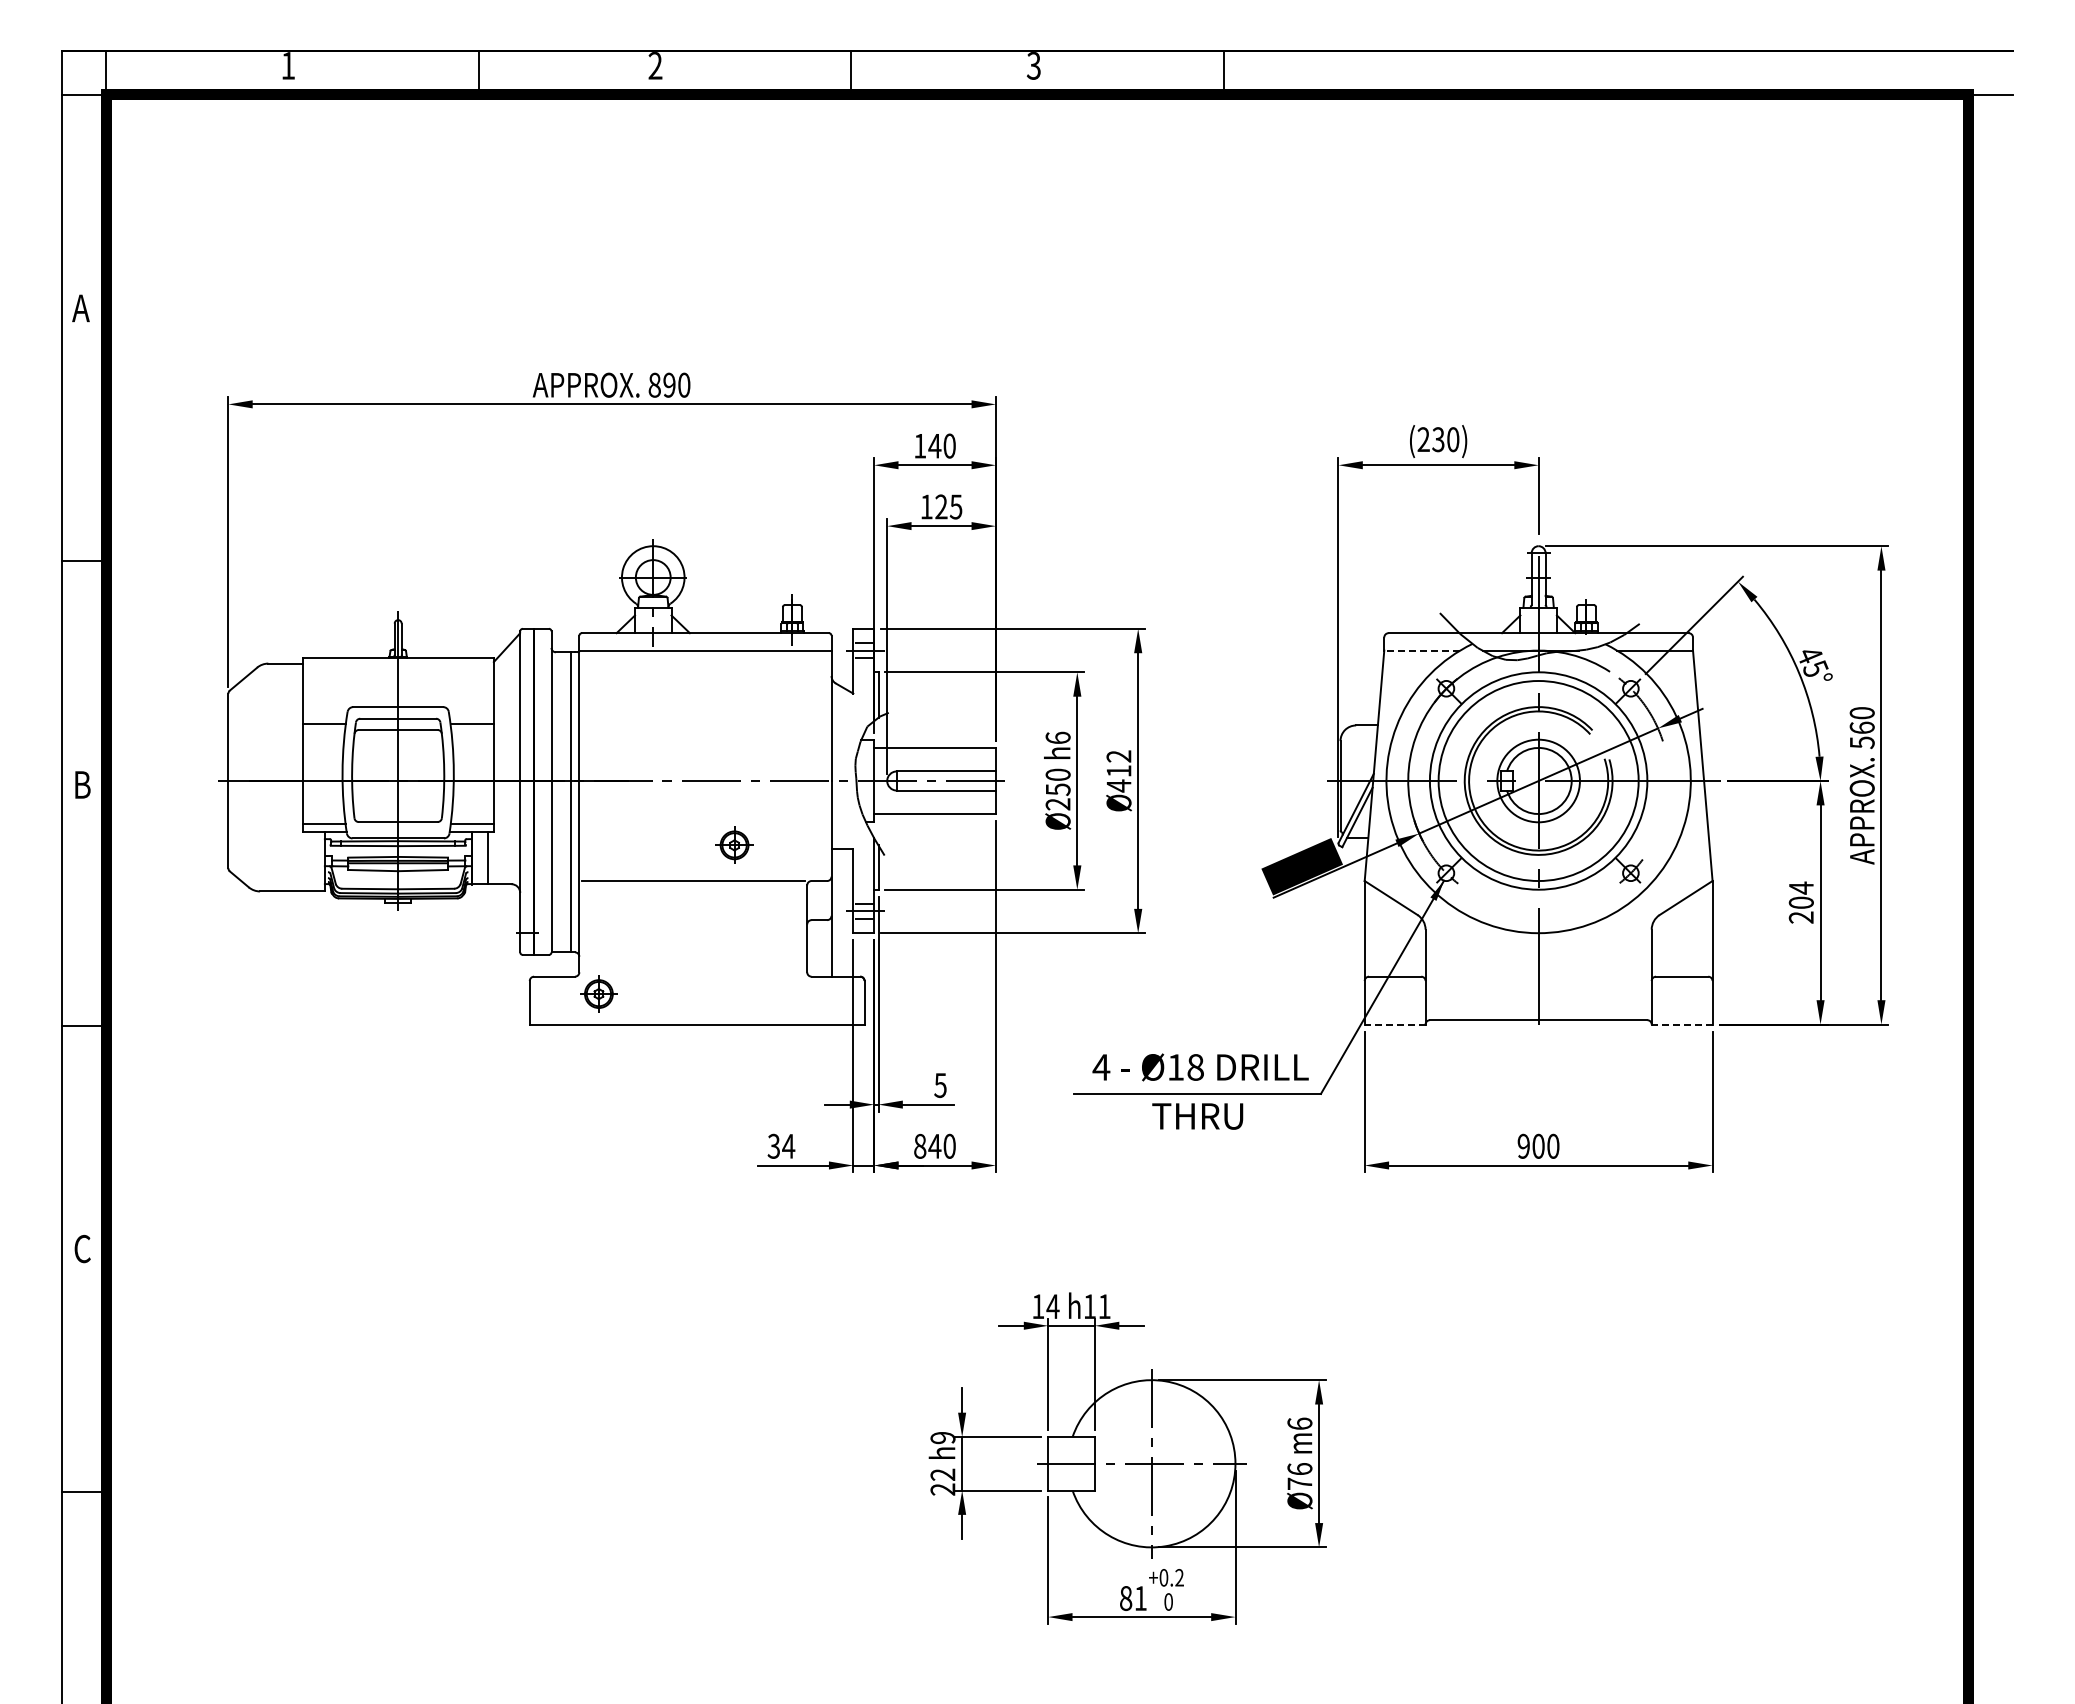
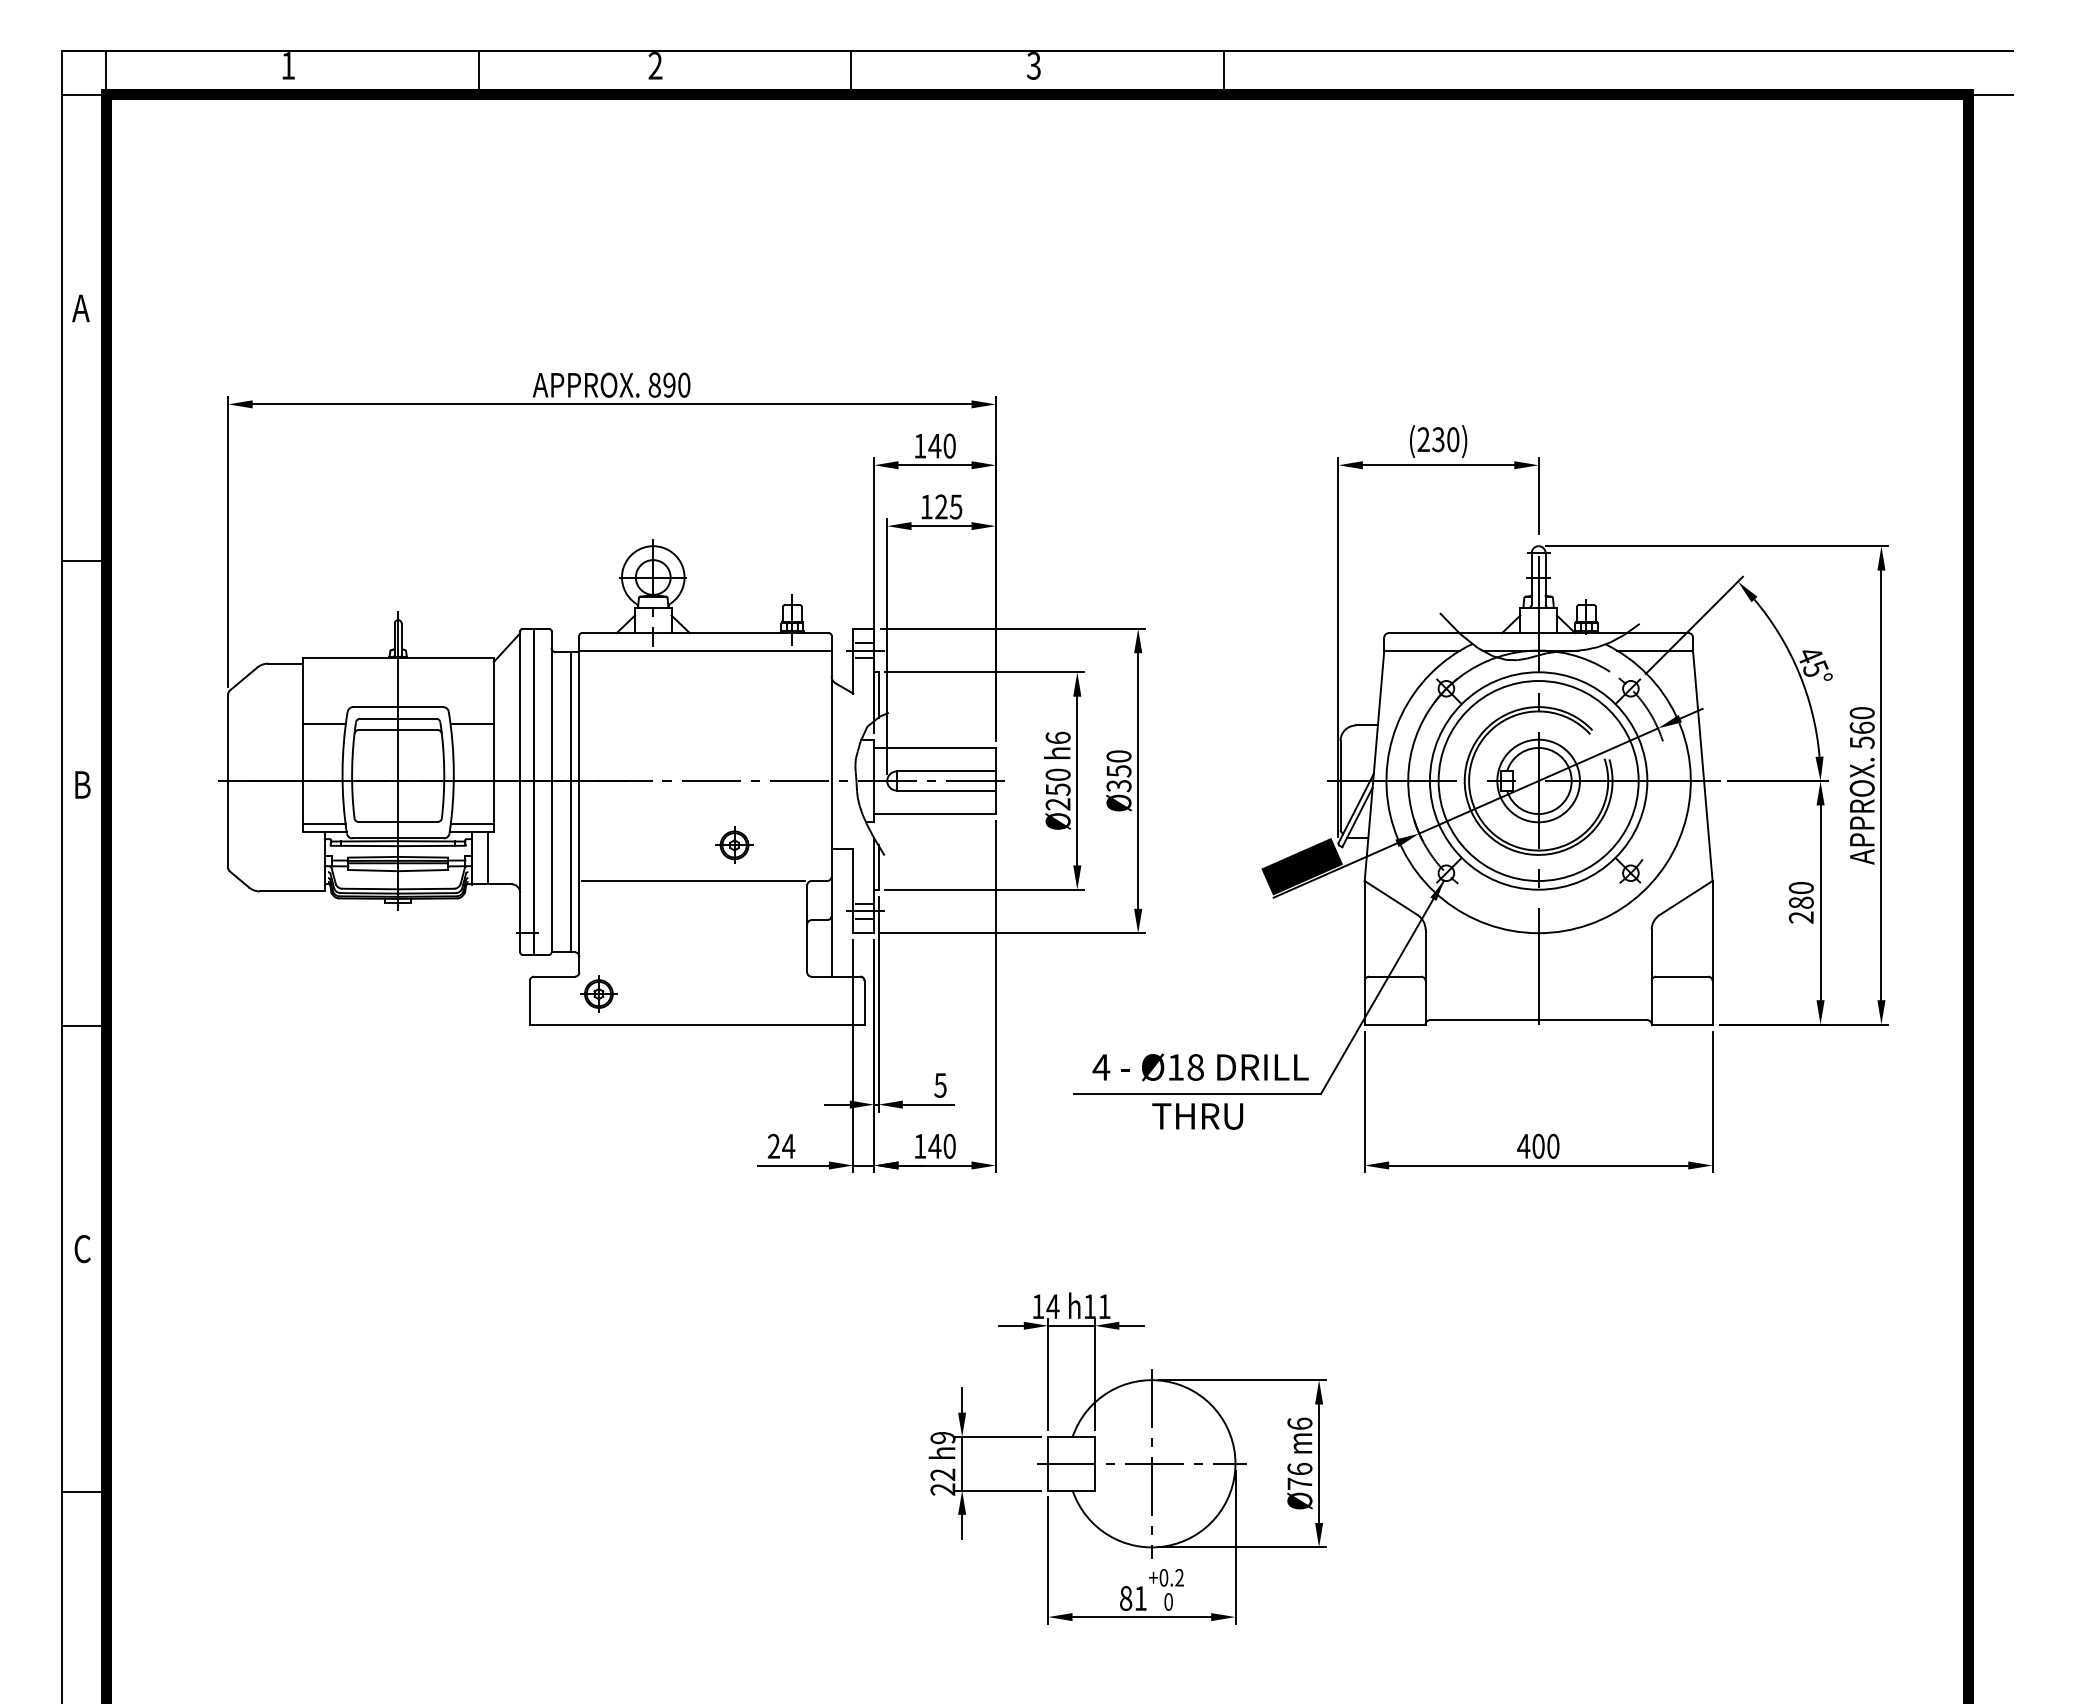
line at (1422, 650): dashed -> solid
text at (1118, 771): Ø412 -> Ø350
text at (1800, 894): 204 -> 280
line at (1394, 1024): dashed -> solid
line at (1681, 1024): dashed -> solid
text at (920, 1145): 840 -> 140
text at (1523, 1145): 900 -> 400
text at (773, 1146): 34 -> 24
